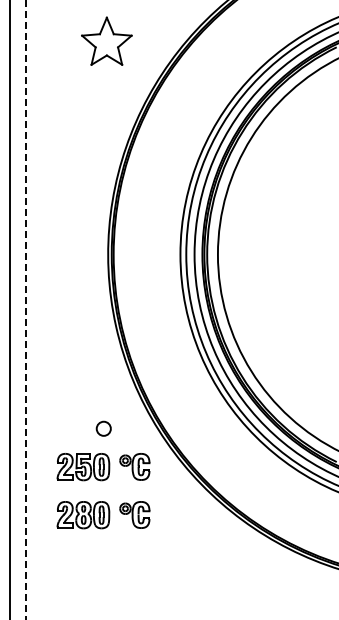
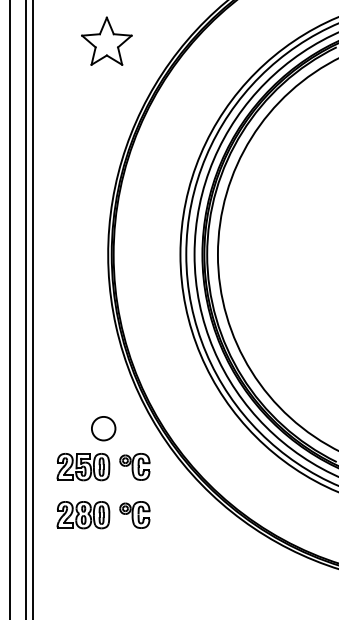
line at (32, 309): none -> present
line at (25, 310): dashed -> solid
circle at (103, 428) size: 17x17 px -> 26x26 px
